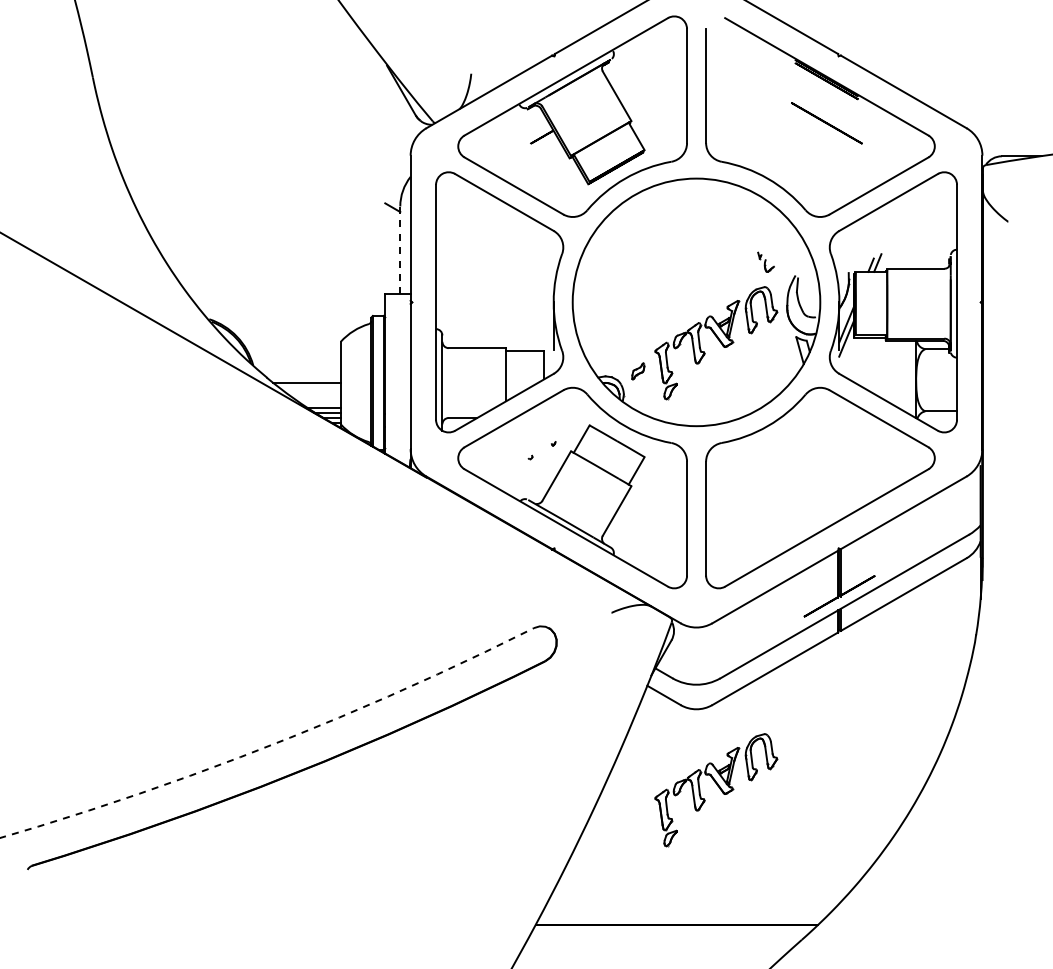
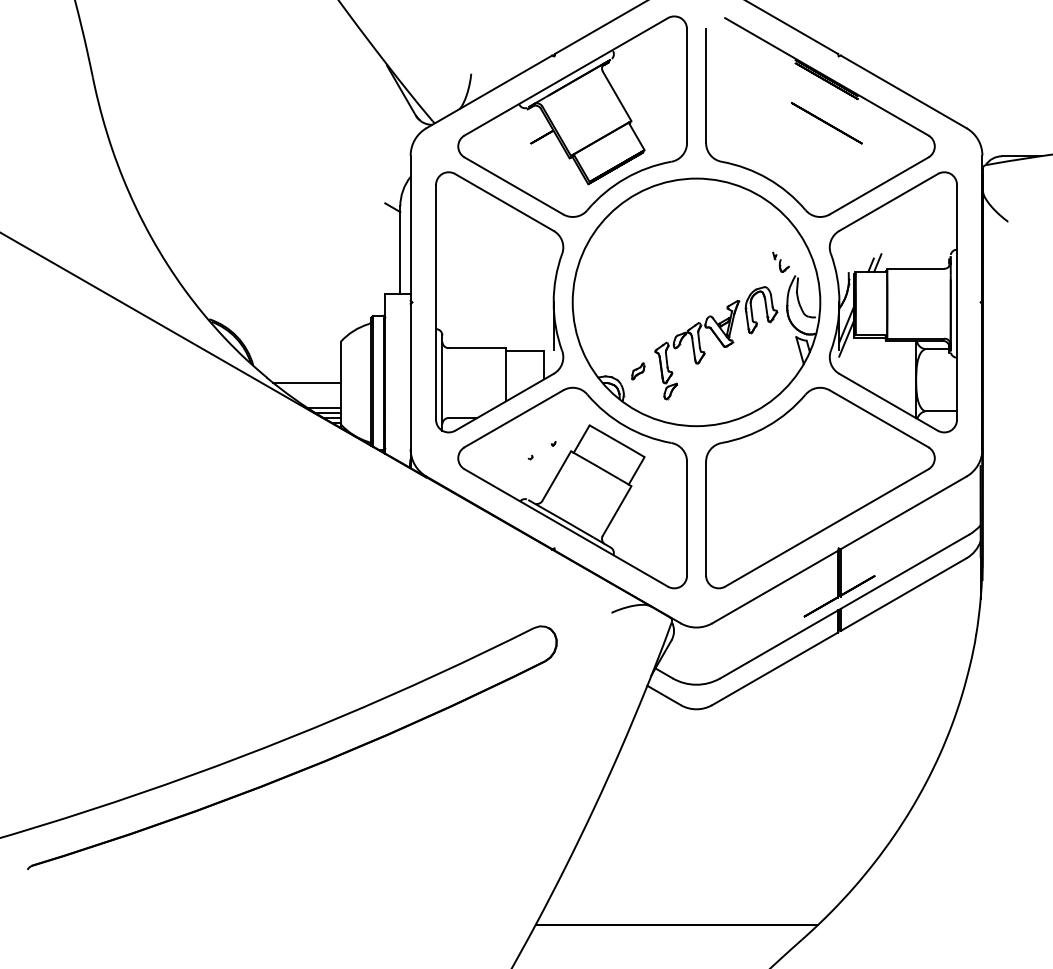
line at (400, 250): dashed -> solid
part at (765, 261) position: (765, 261) -> (780, 261)
arc at (271, 744): dashed -> solid
part at (716, 790): present -> none
